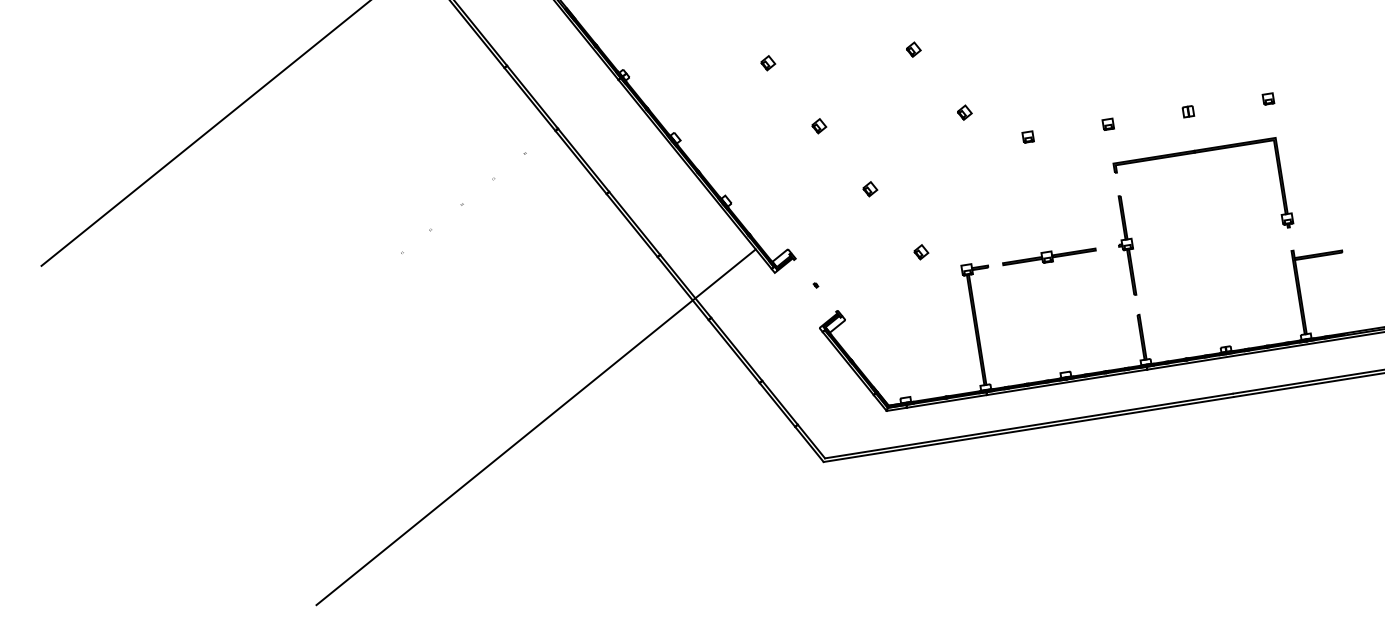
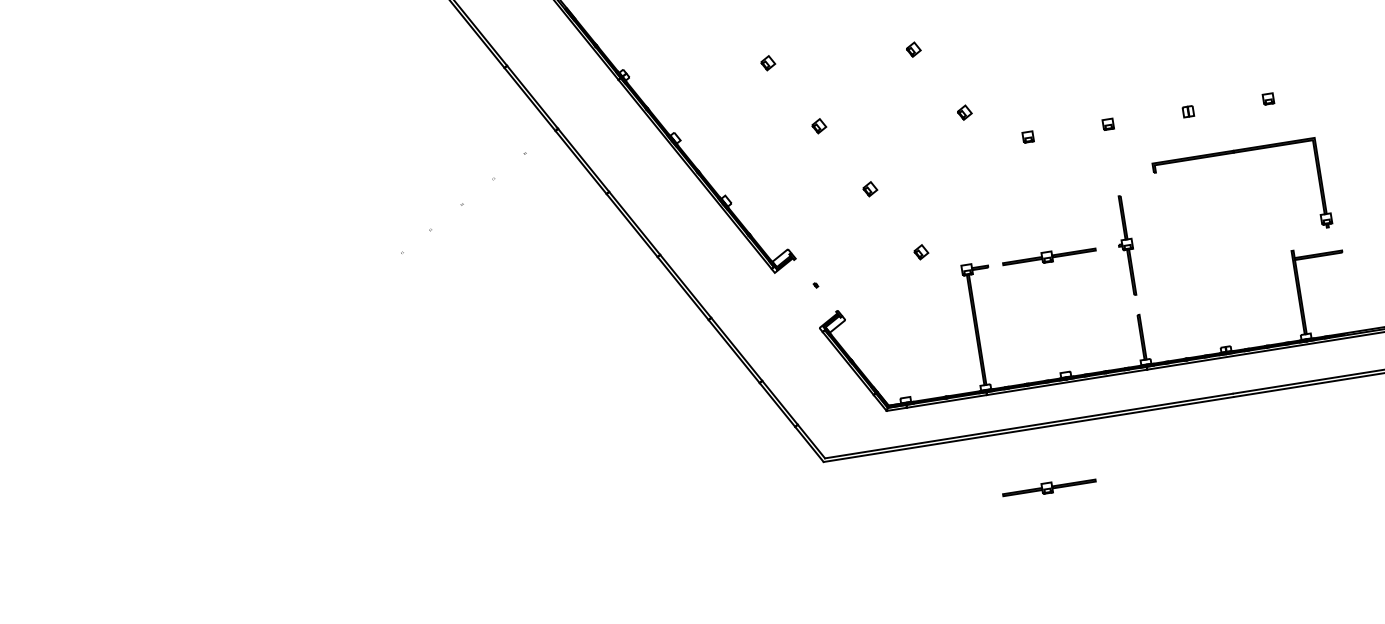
line at (204, 133): present -> none
part at (1198, 153) position: (1198, 153) -> (1237, 153)
line at (535, 427): present -> none
part at (1049, 487): none -> present
